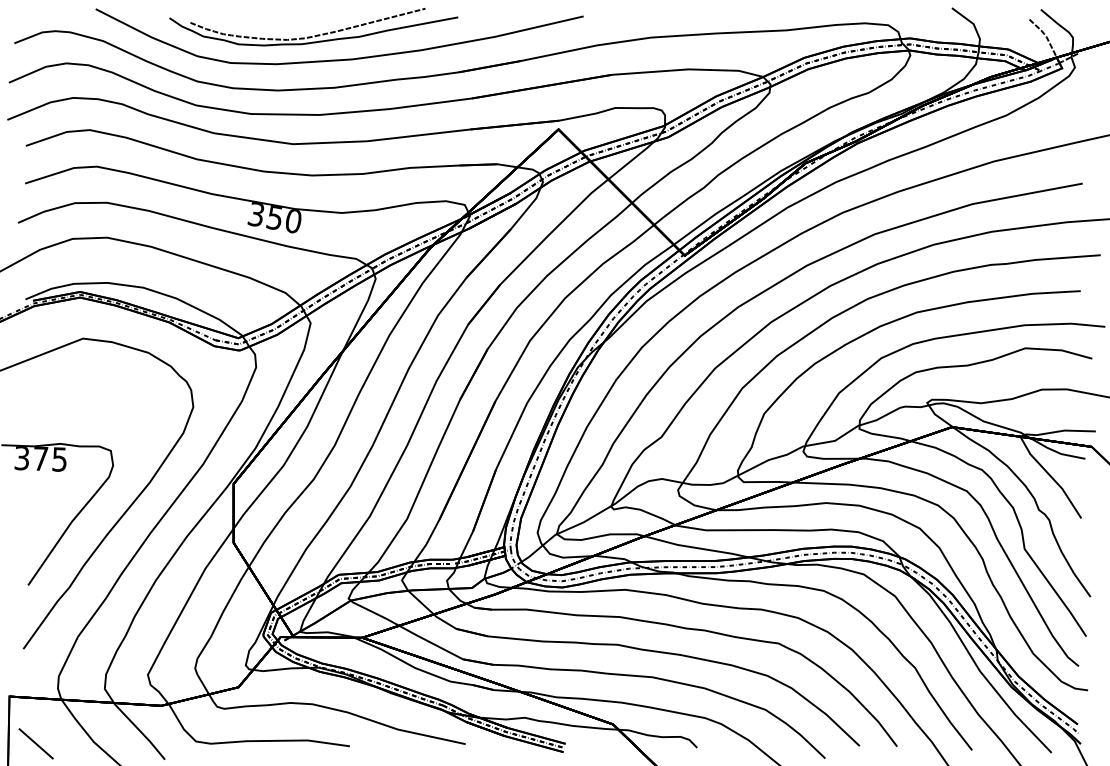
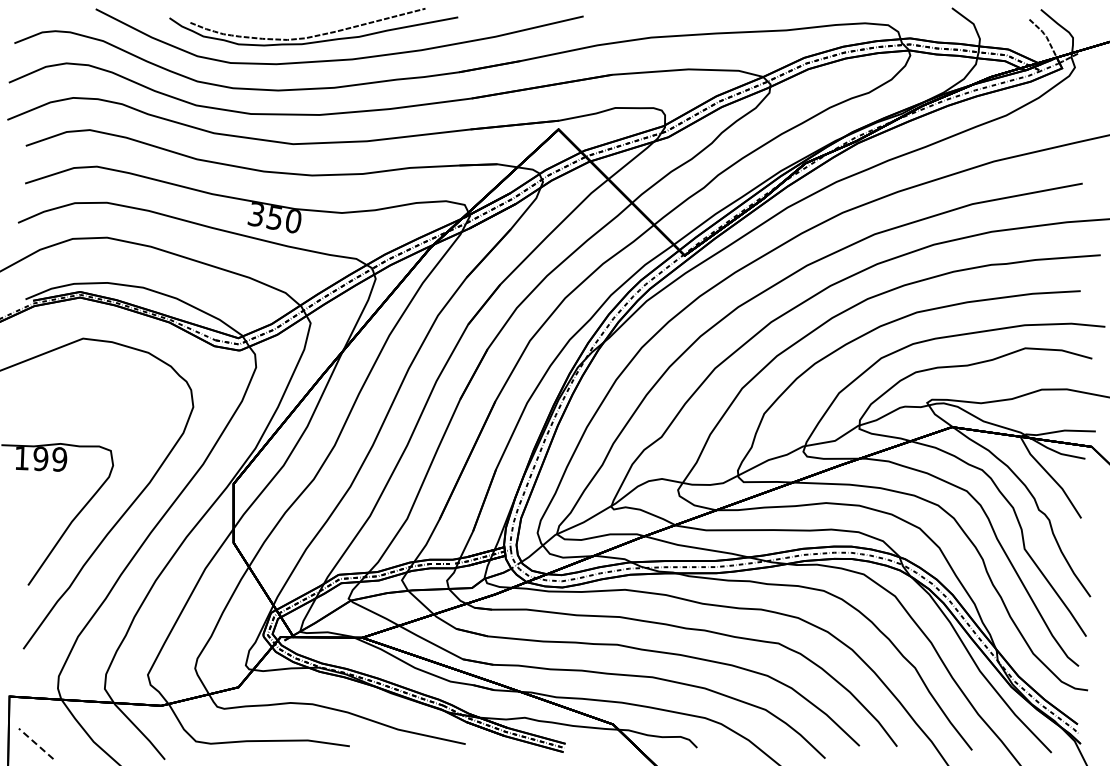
text at (40, 458): 375 -> 199
line at (35, 743): solid -> dashed
